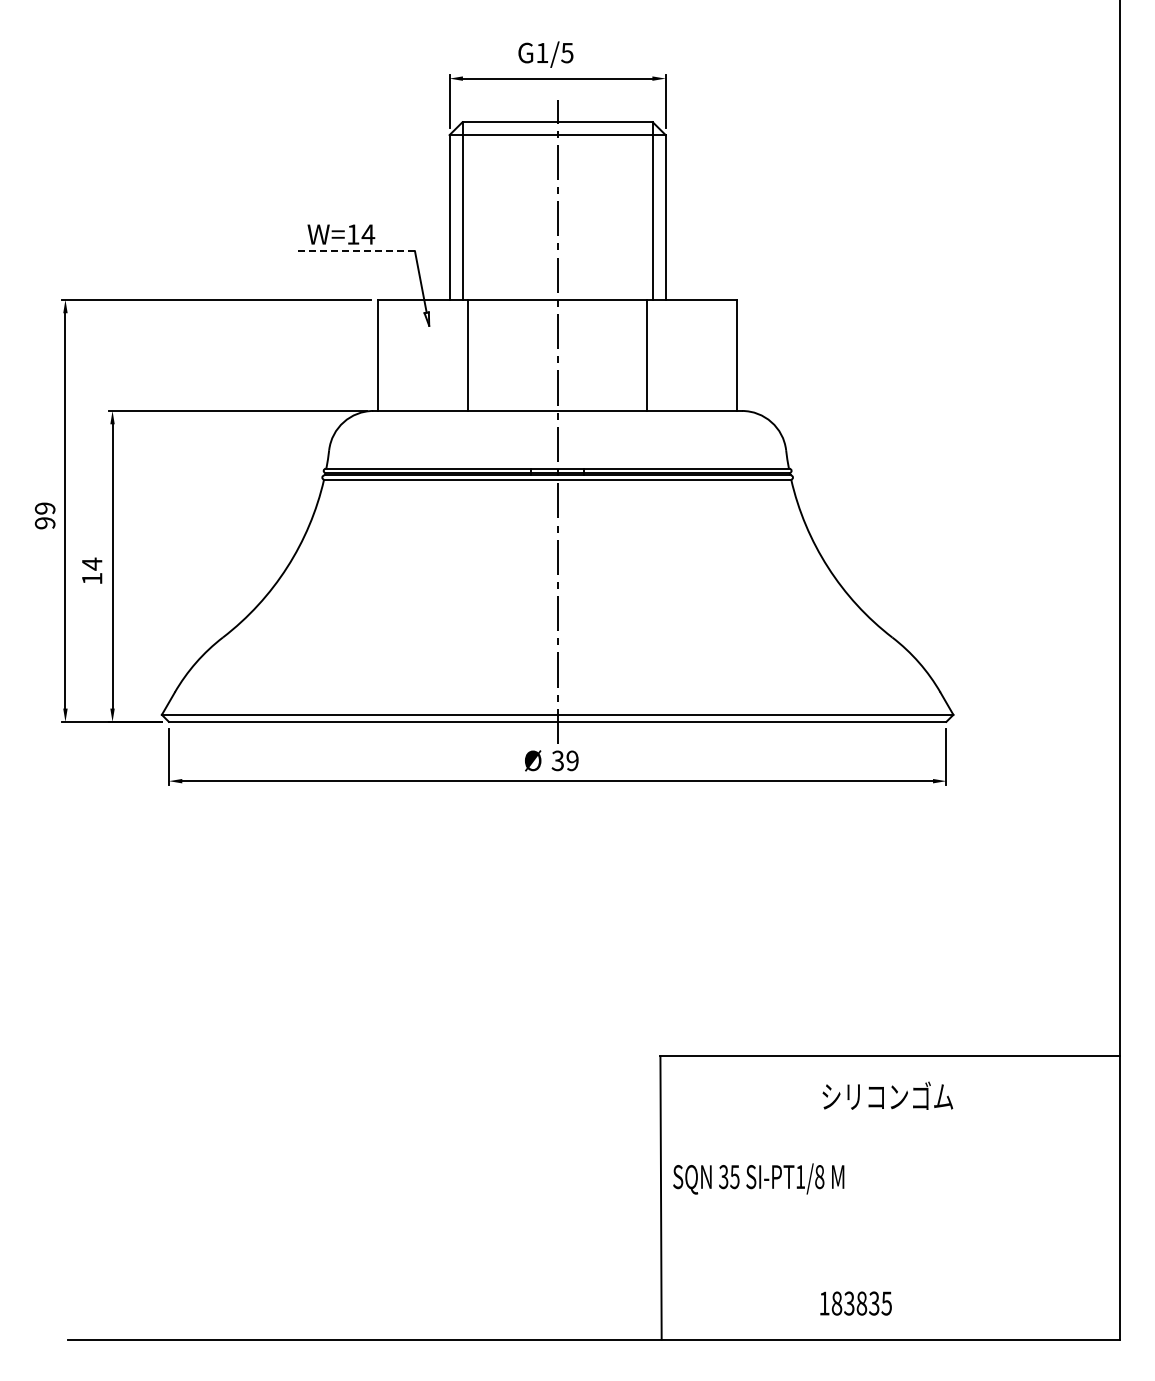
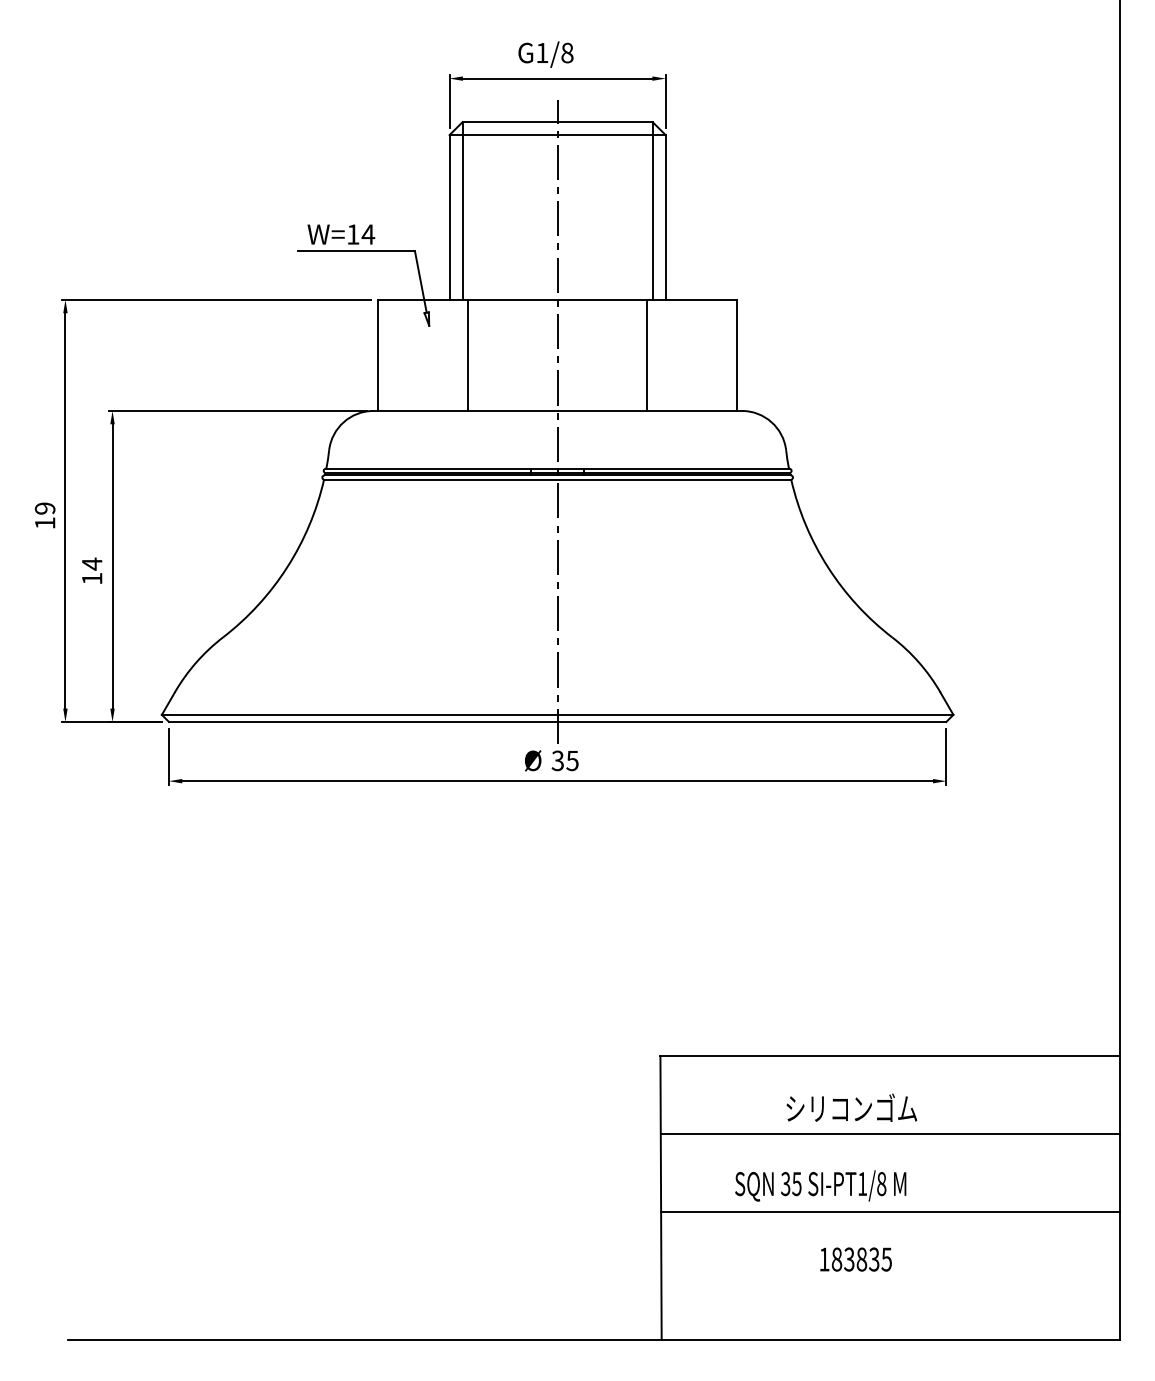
text at (567, 52): G1/5 -> G1/8
line at (356, 251): dashed -> solid
text at (44, 523): 99 -> 19
text at (572, 760): 39 -> 35
text at (887, 1095) position: (887, 1095) -> (851, 1107)
line at (890, 1134): none -> present
text at (758, 1178) position: (758, 1178) -> (820, 1185)
line at (890, 1211): none -> present
text at (855, 1303) position: (855, 1303) -> (855, 1259)
